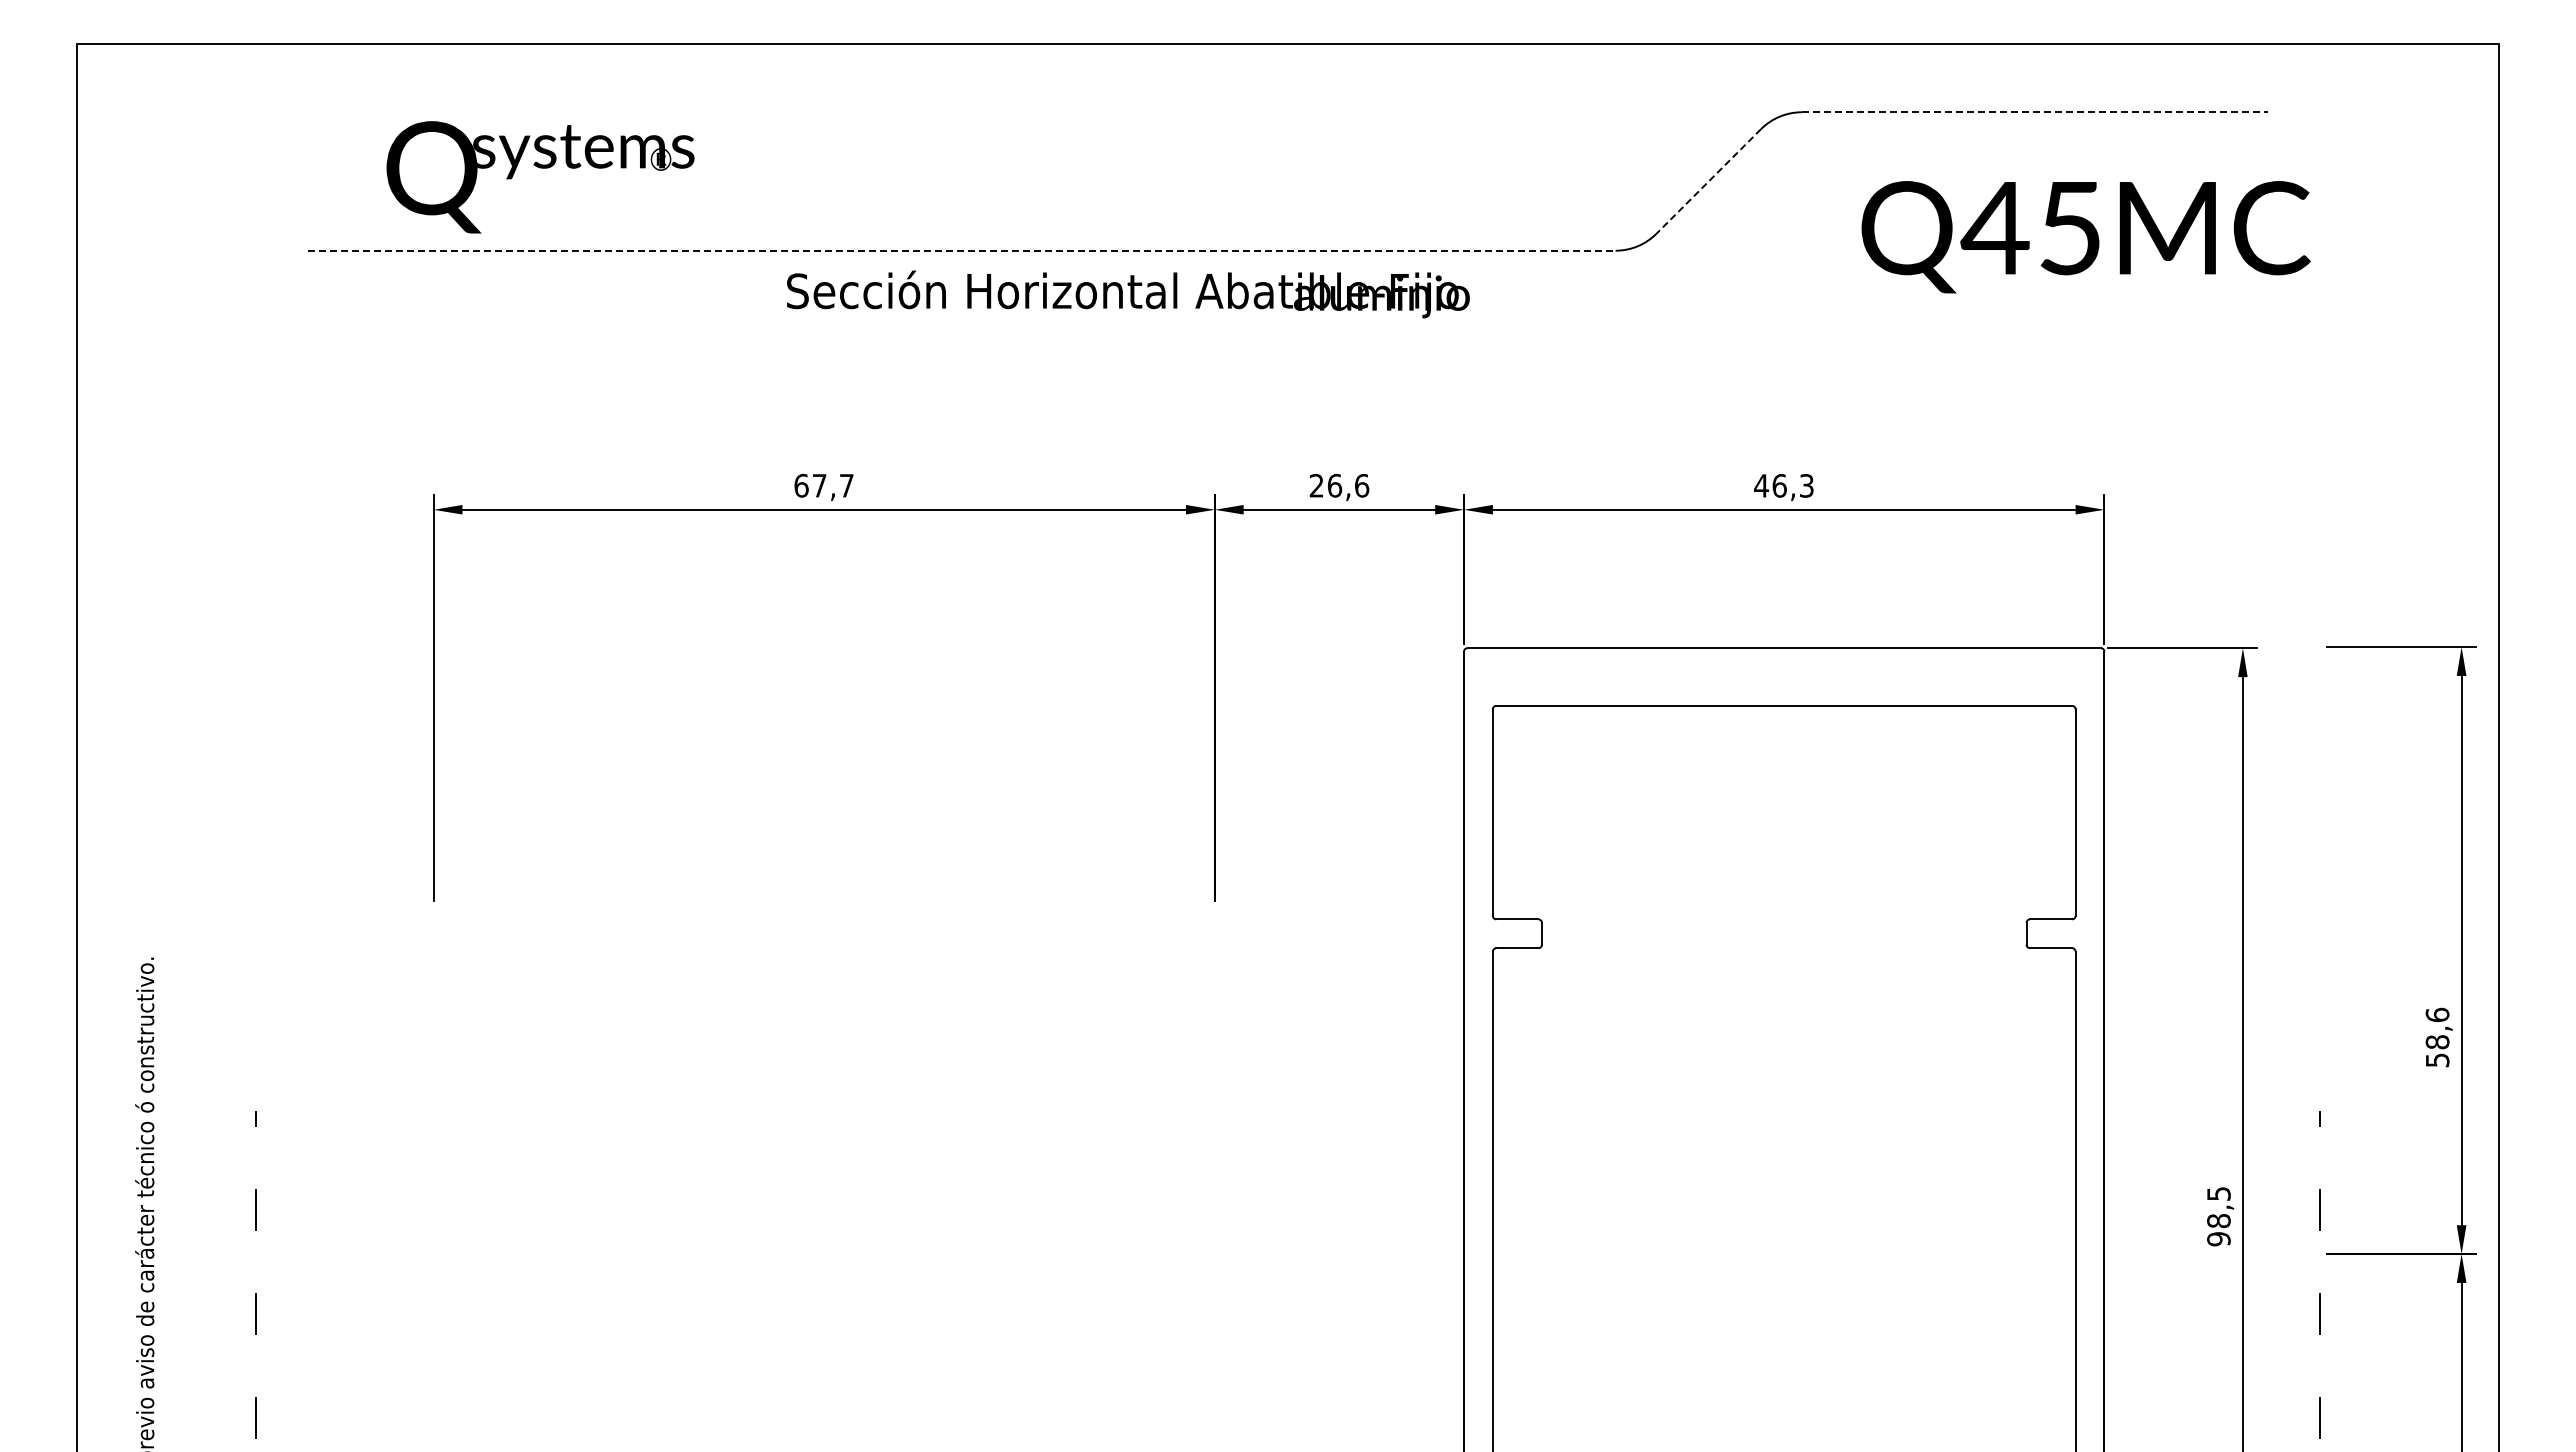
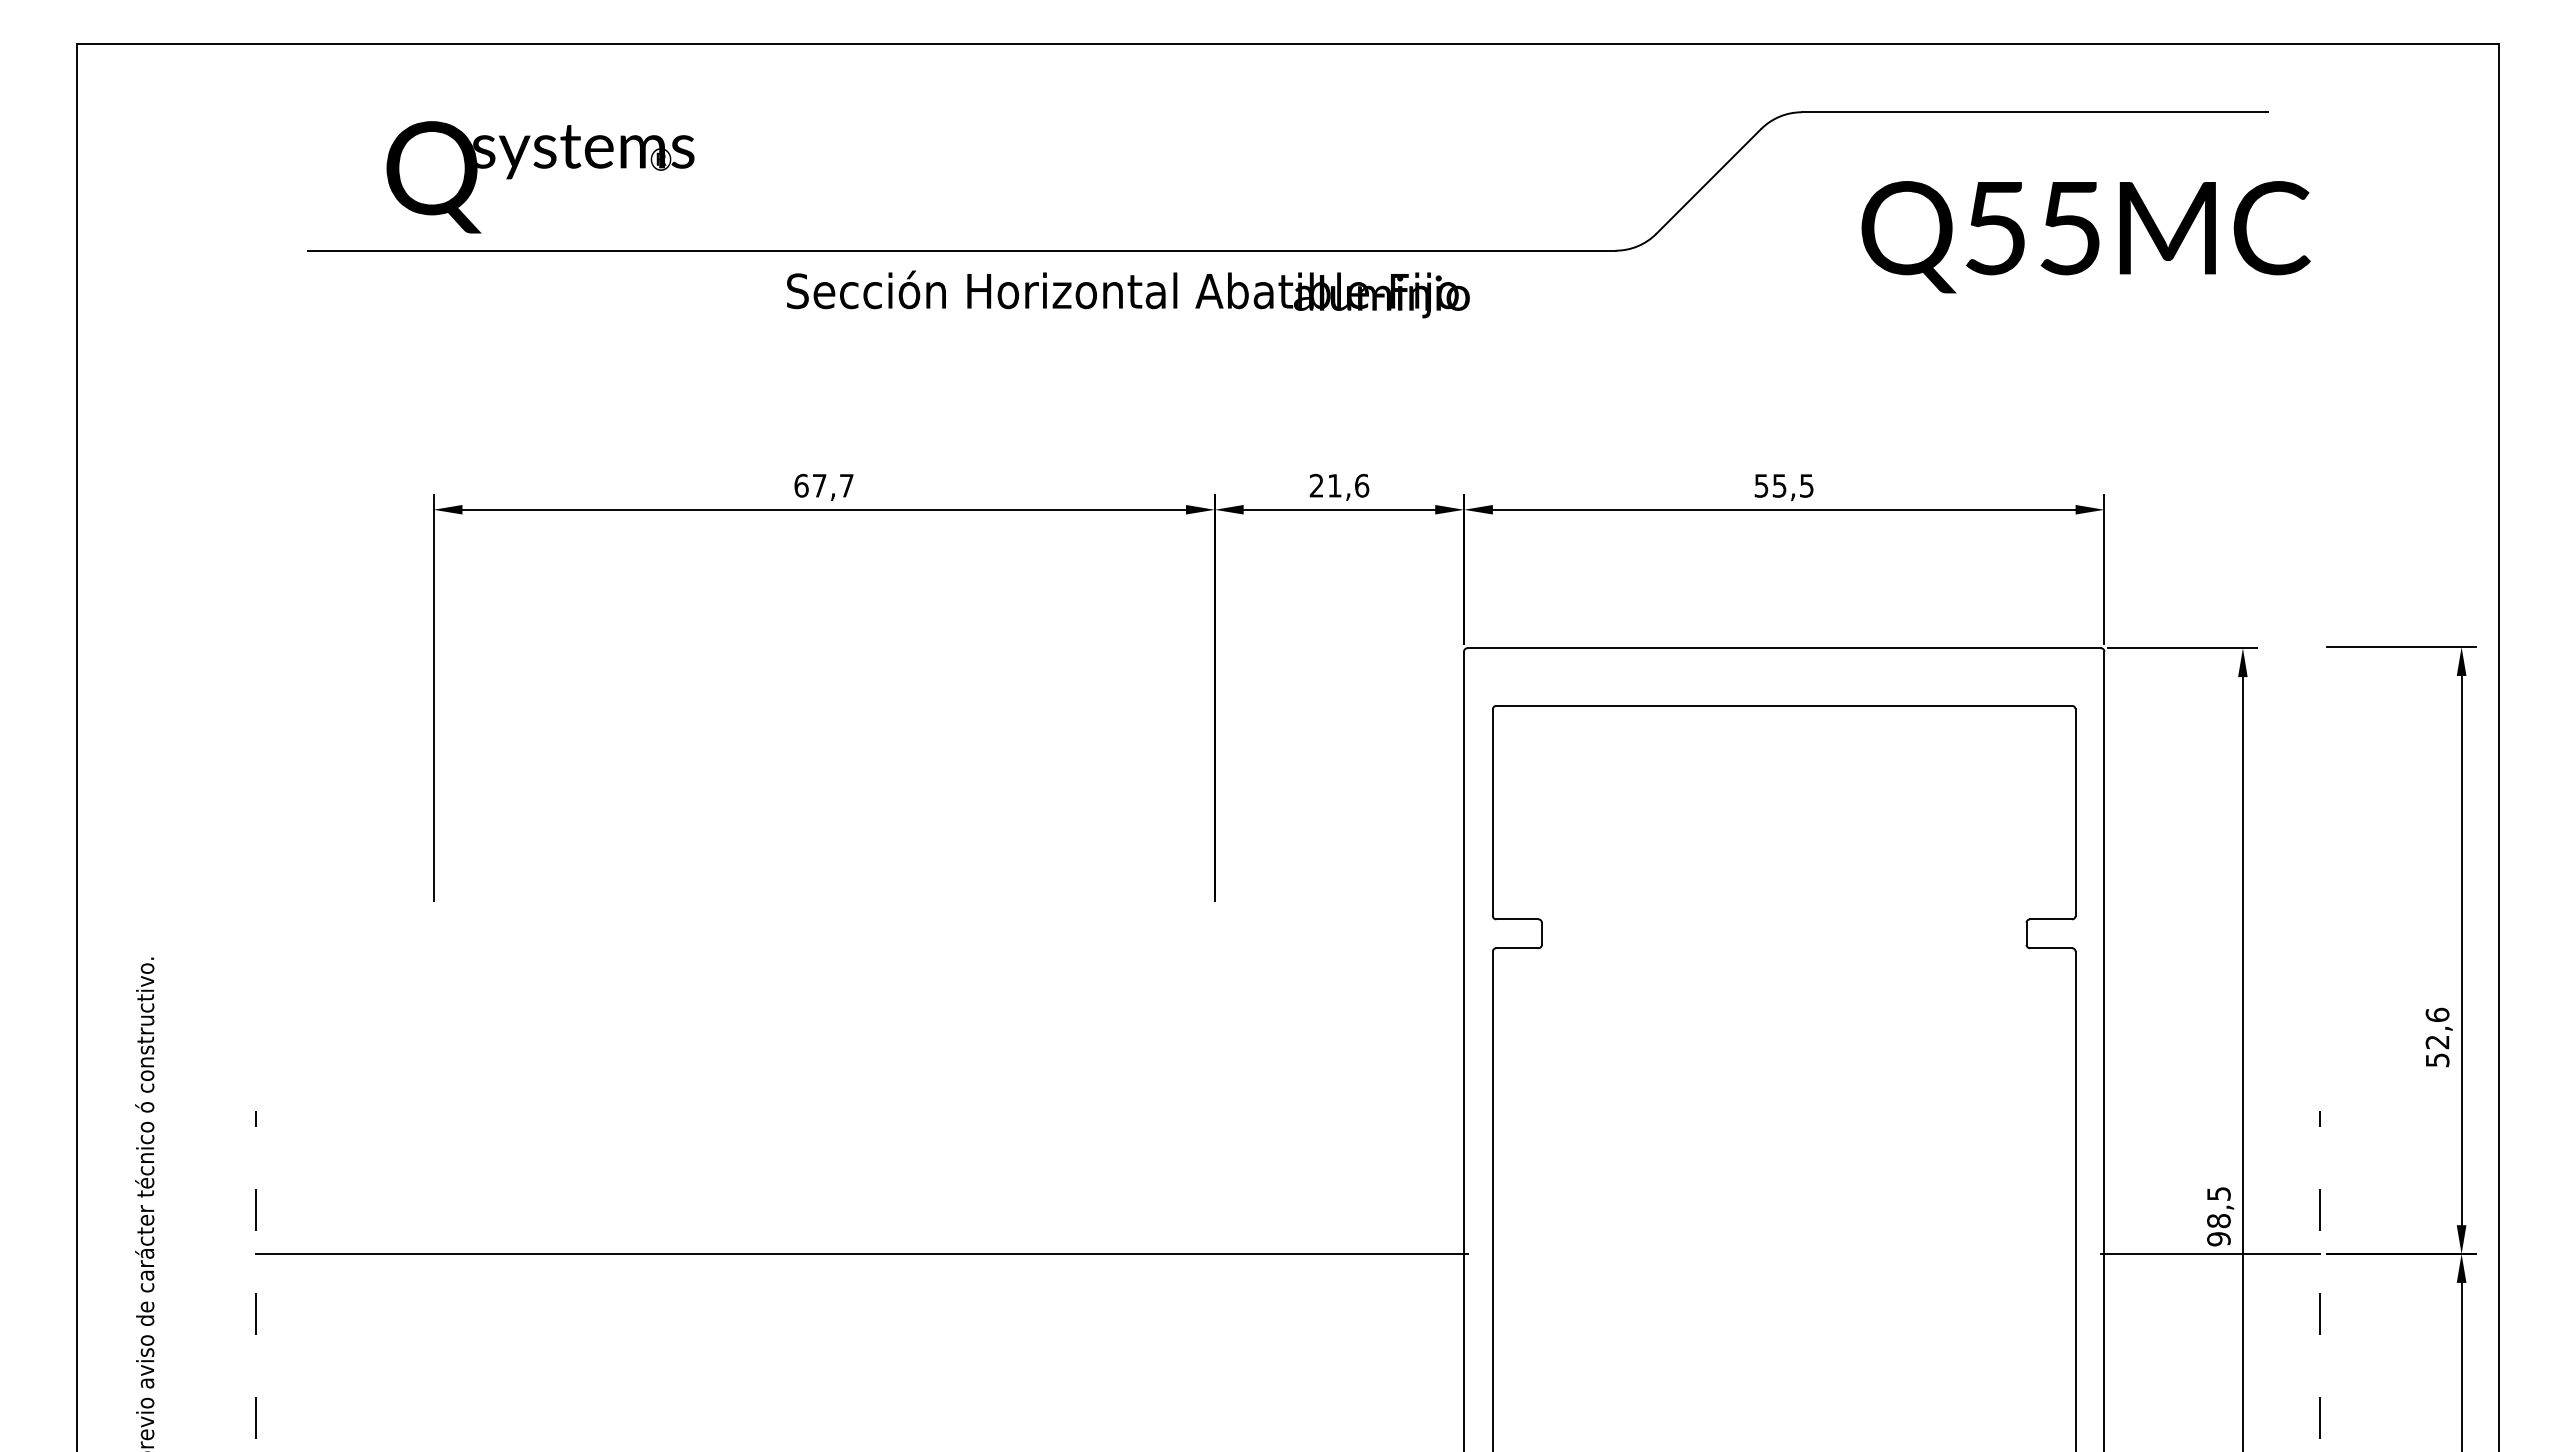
line at (2035, 112): dashed -> solid
line at (1708, 181): dashed -> solid
text at (1994, 228): Q45MC -> Q55MC
line at (961, 250): dashed -> solid
text at (1334, 485): 26,6 -> 21,6
text at (1783, 485): 46,3 -> 55,5
text at (2437, 1042): 58,6 -> 52,6
line at (861, 1254): none -> present
line at (2209, 1254): none -> present
